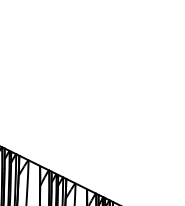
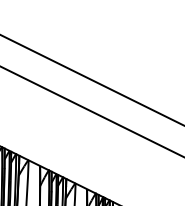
line at (91, 79): none -> present
line at (91, 111): none -> present
